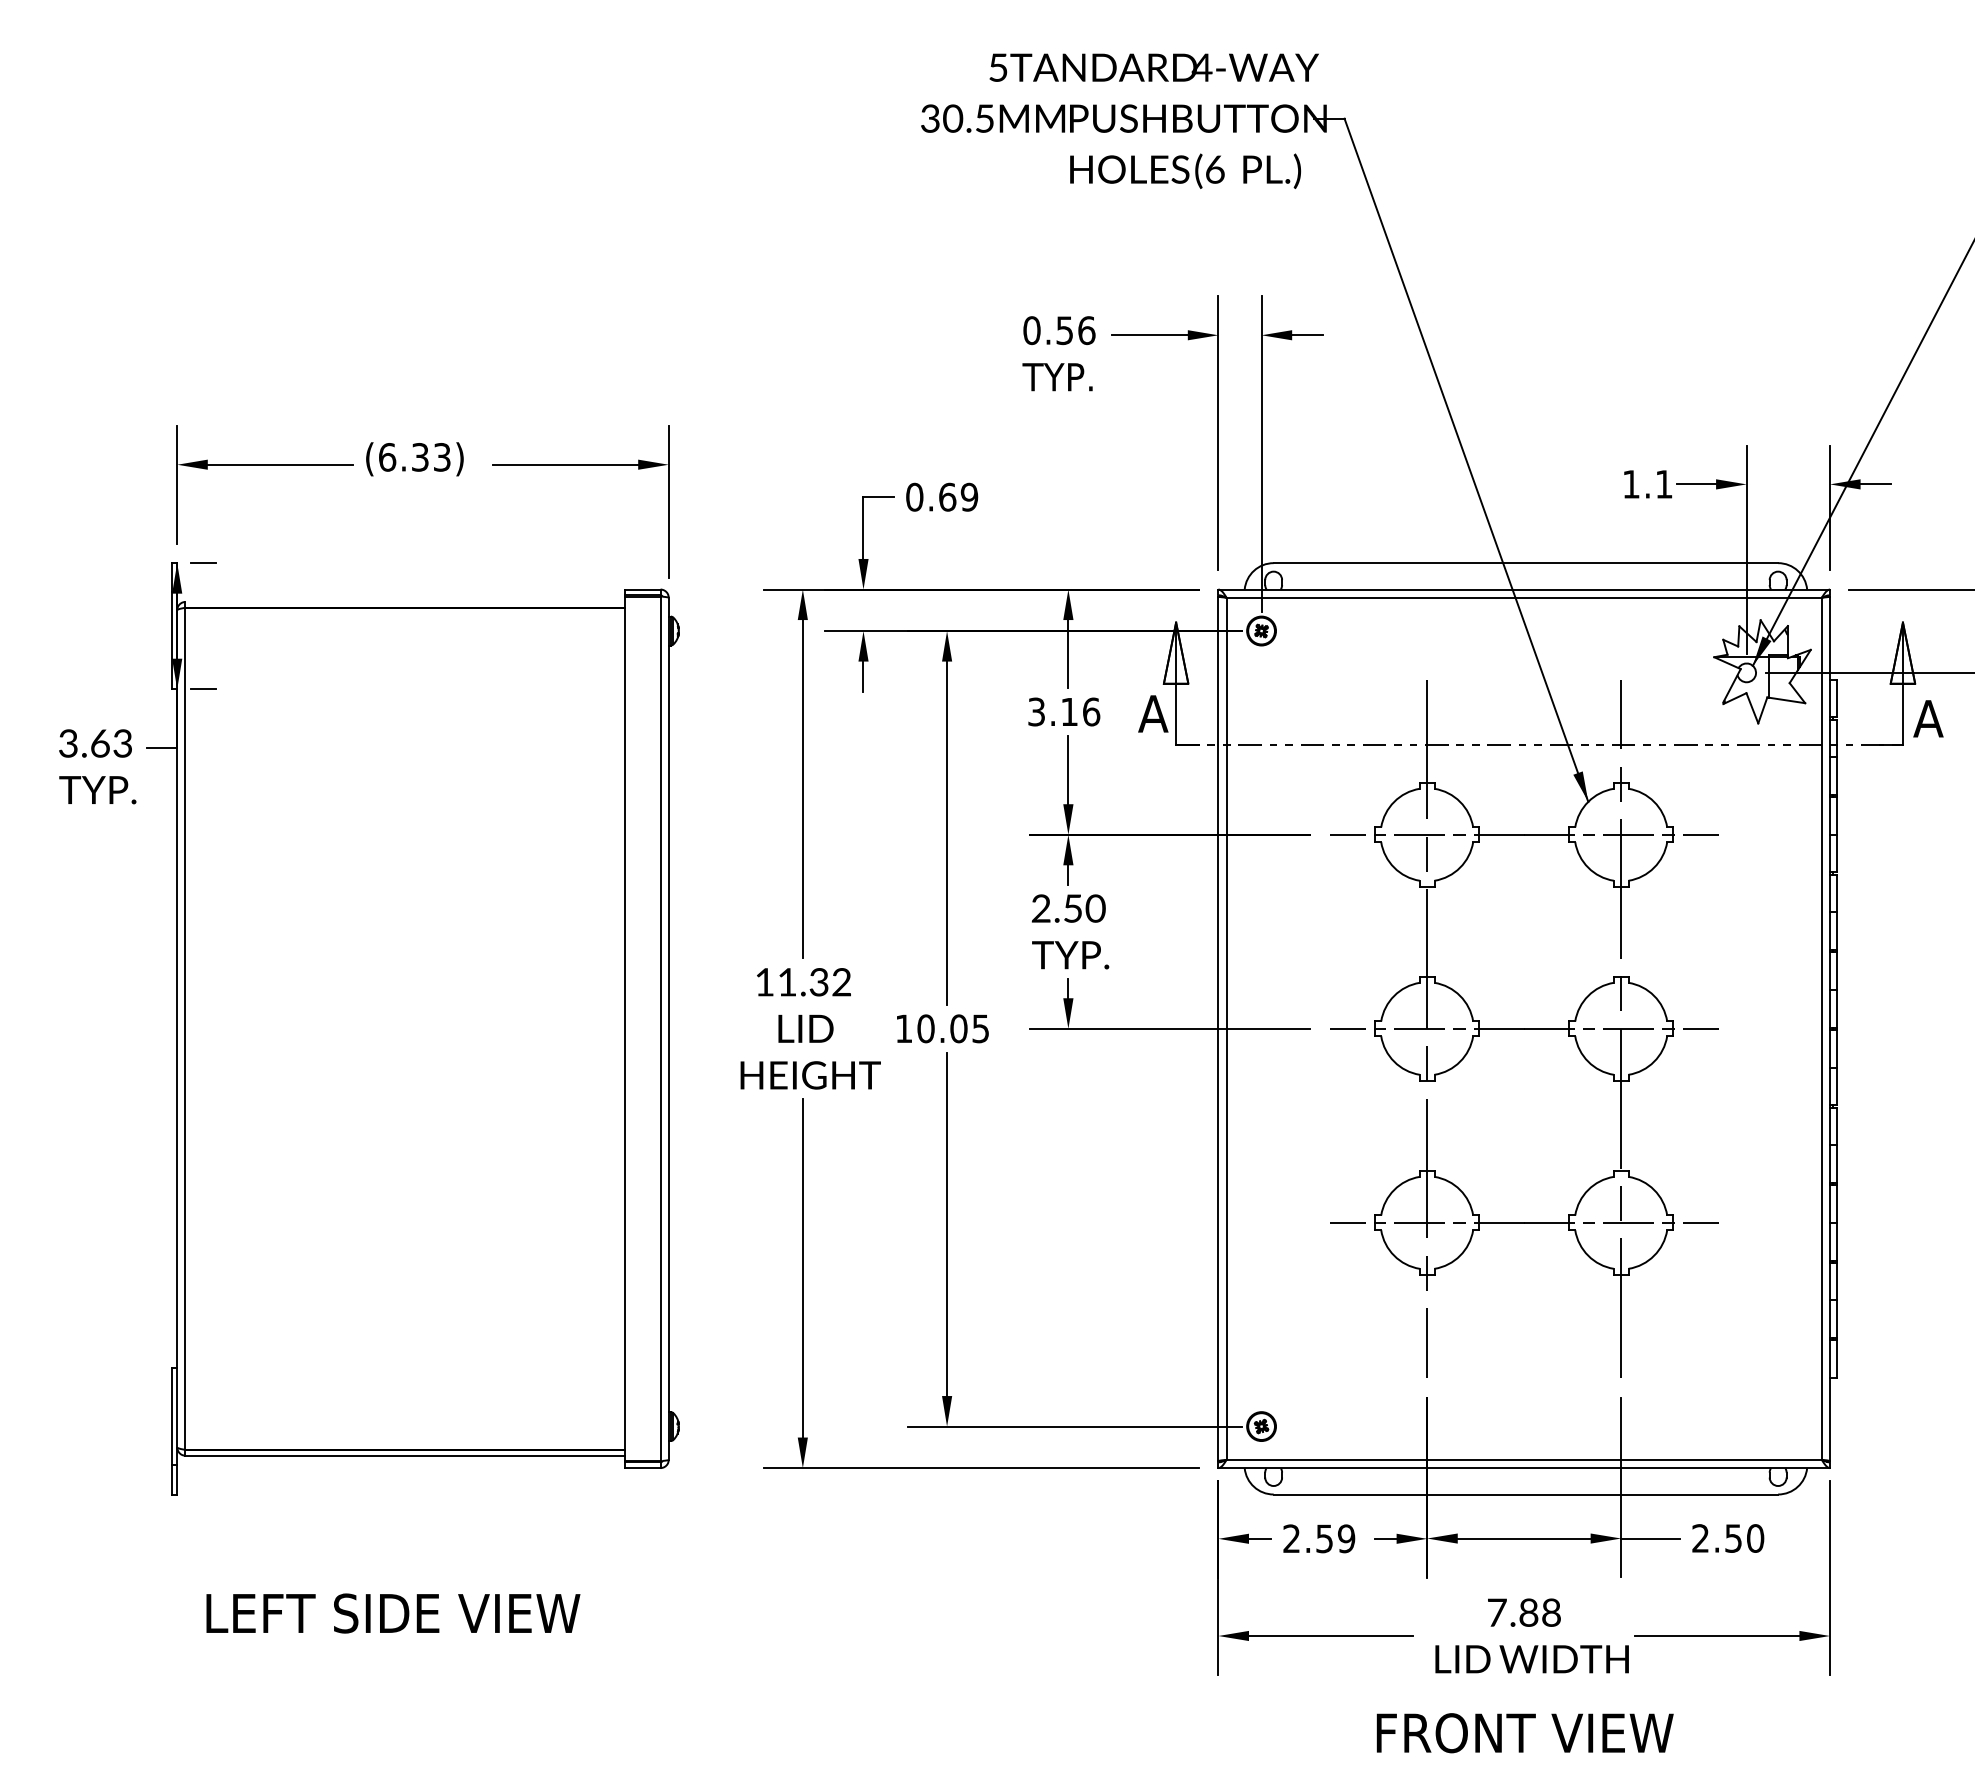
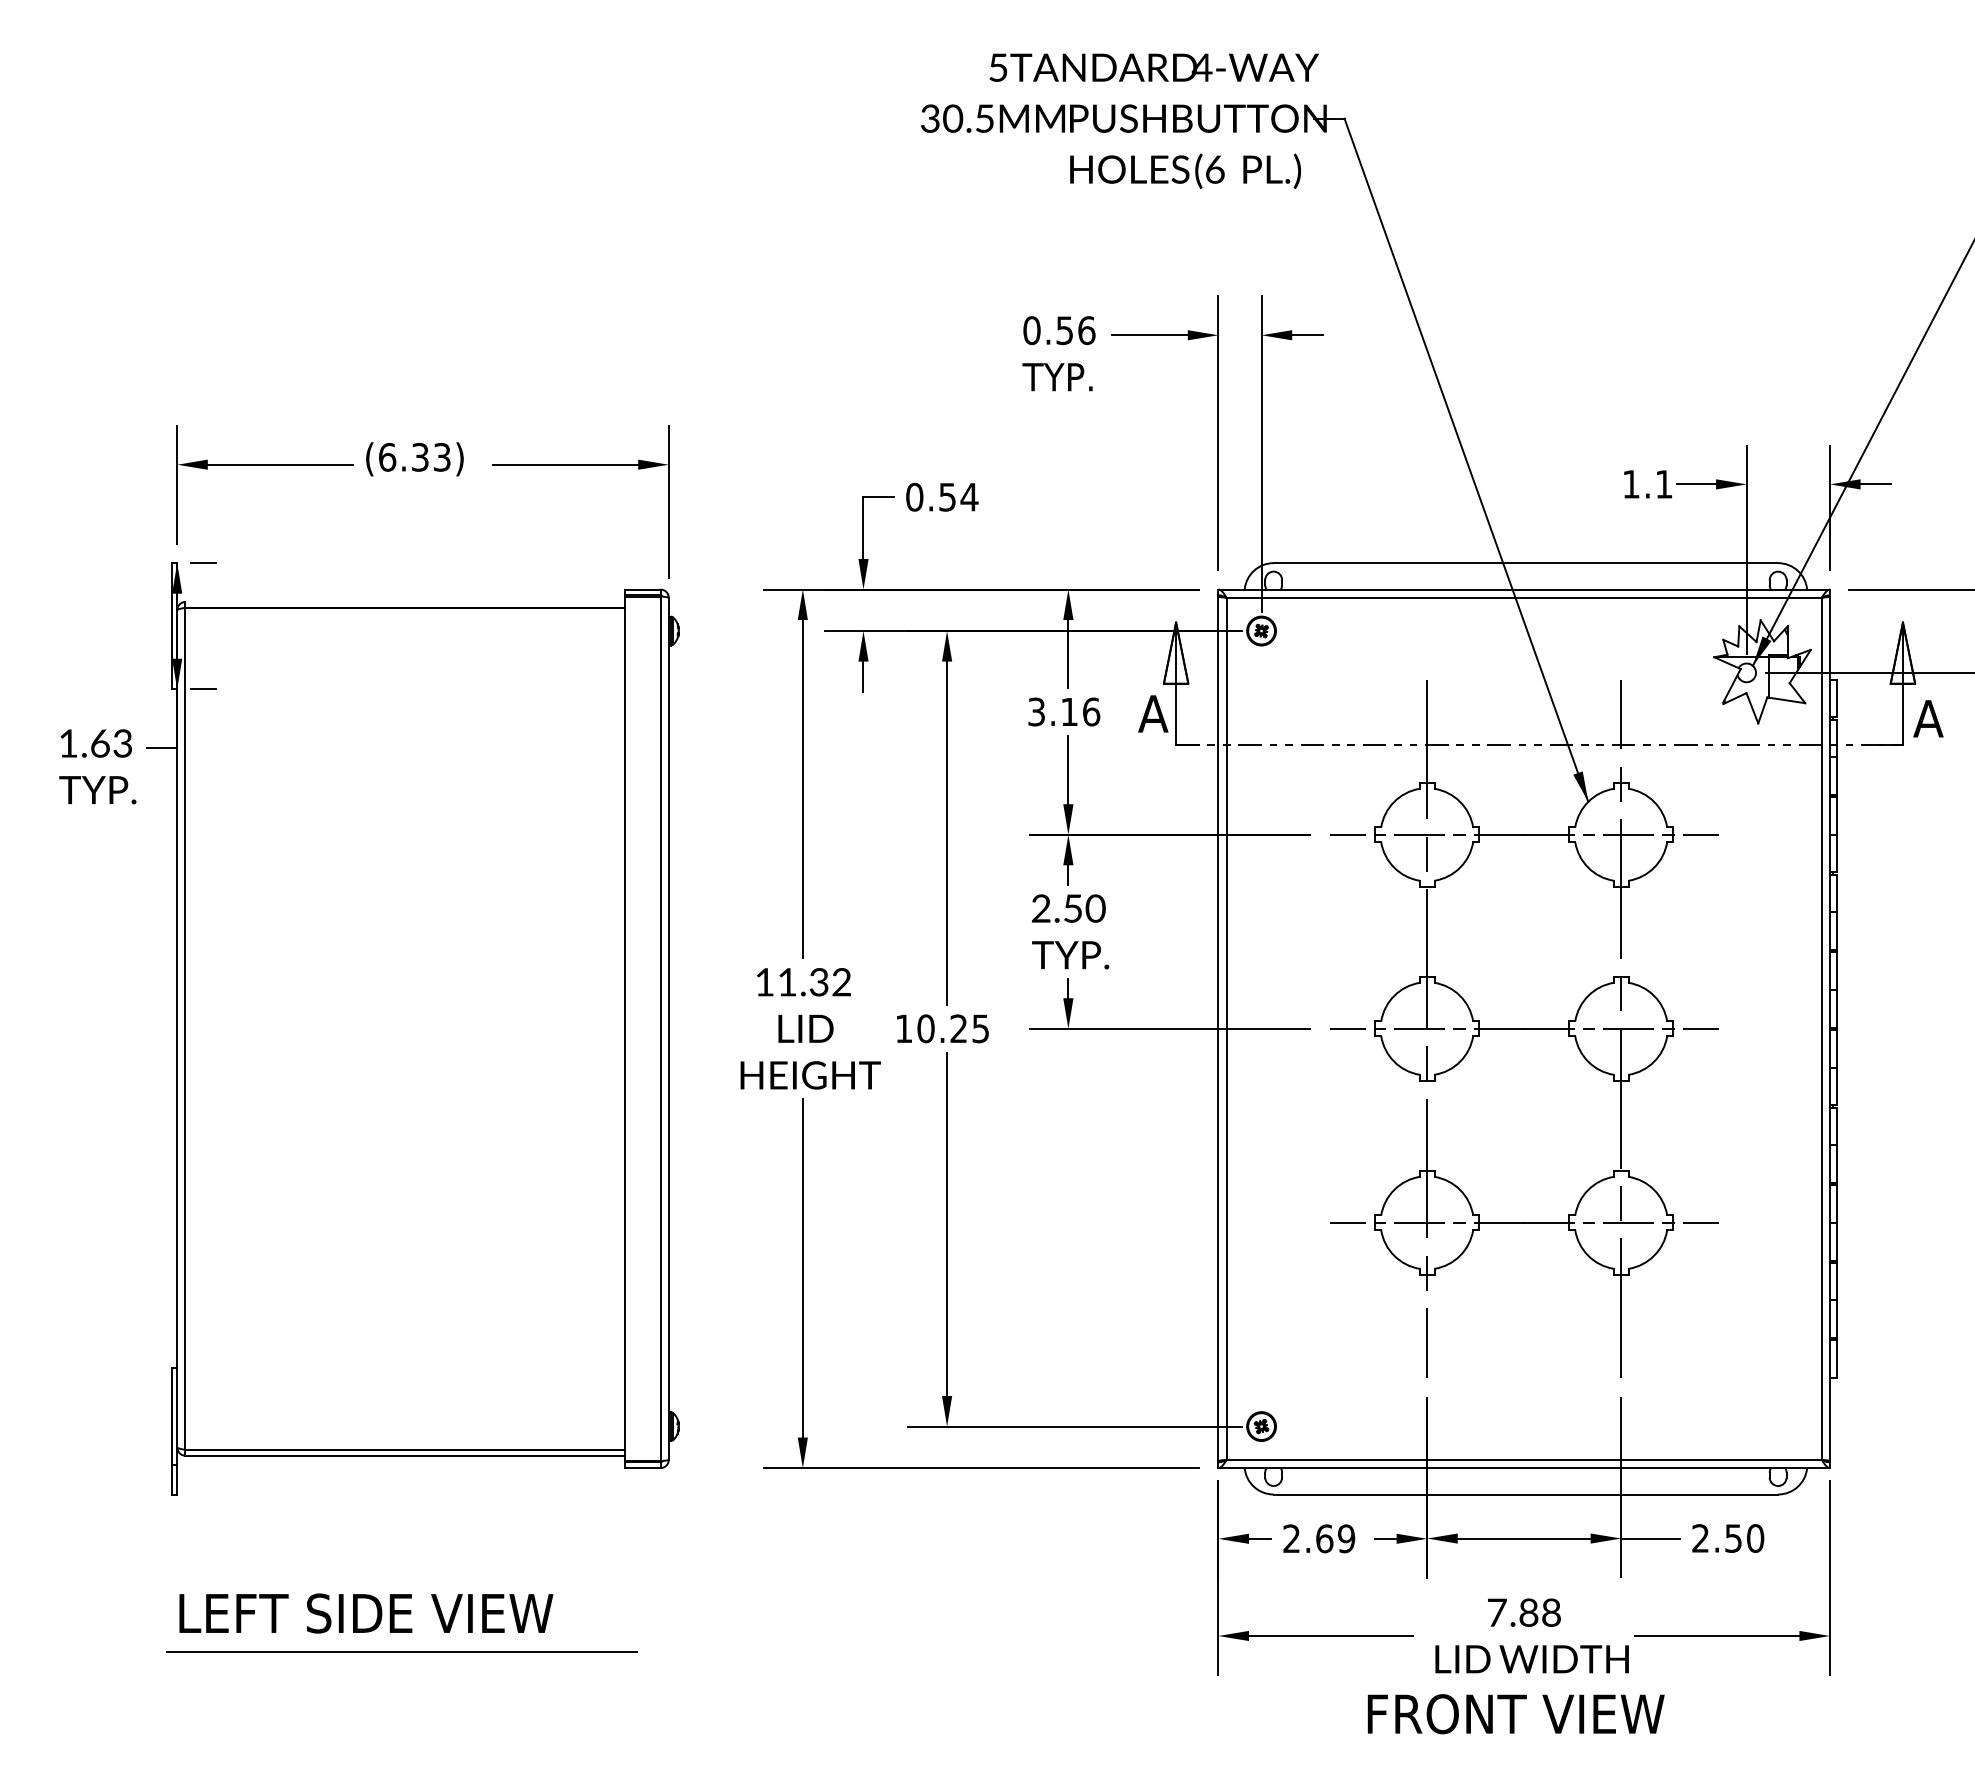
text at (958, 496): 0.69 -> 0.54
text at (68, 743): 3.63 -> 1.63
text at (958, 1028): 10.05 -> 10.25
text at (1324, 1538): 2.59 -> 2.69
text at (393, 1613) position: (393, 1613) -> (366, 1613)
line at (402, 1652): none -> present
text at (1524, 1733) position: (1524, 1733) -> (1515, 1714)
